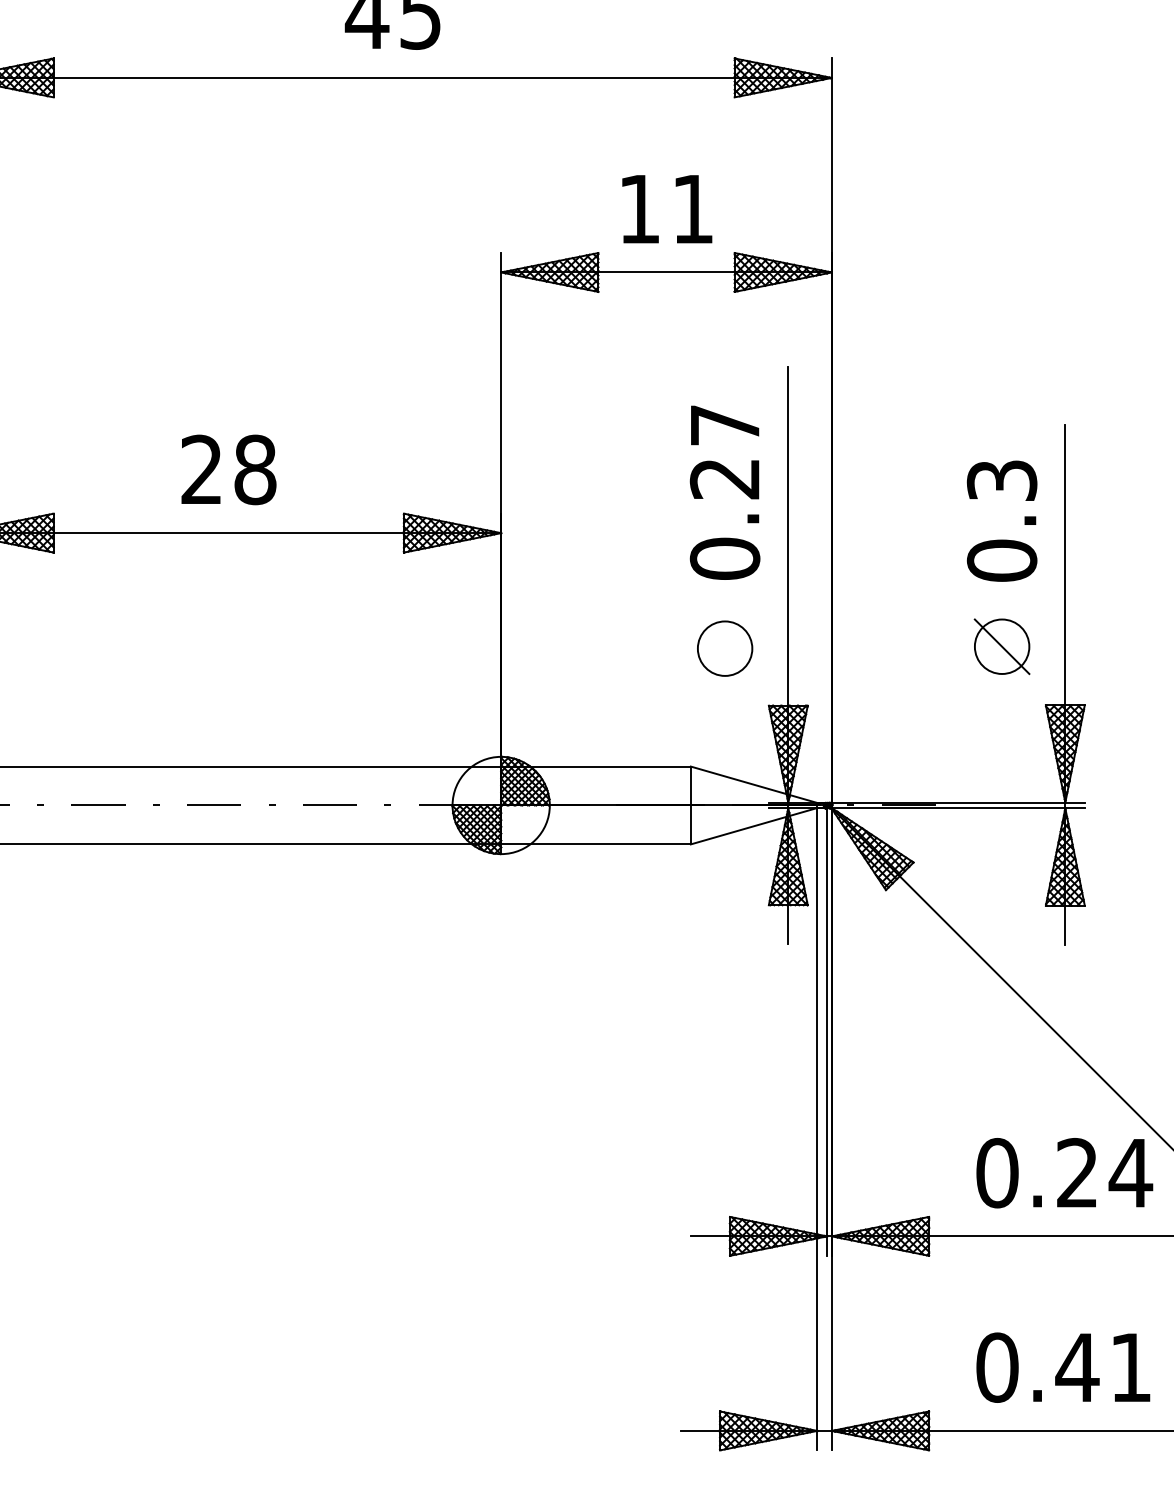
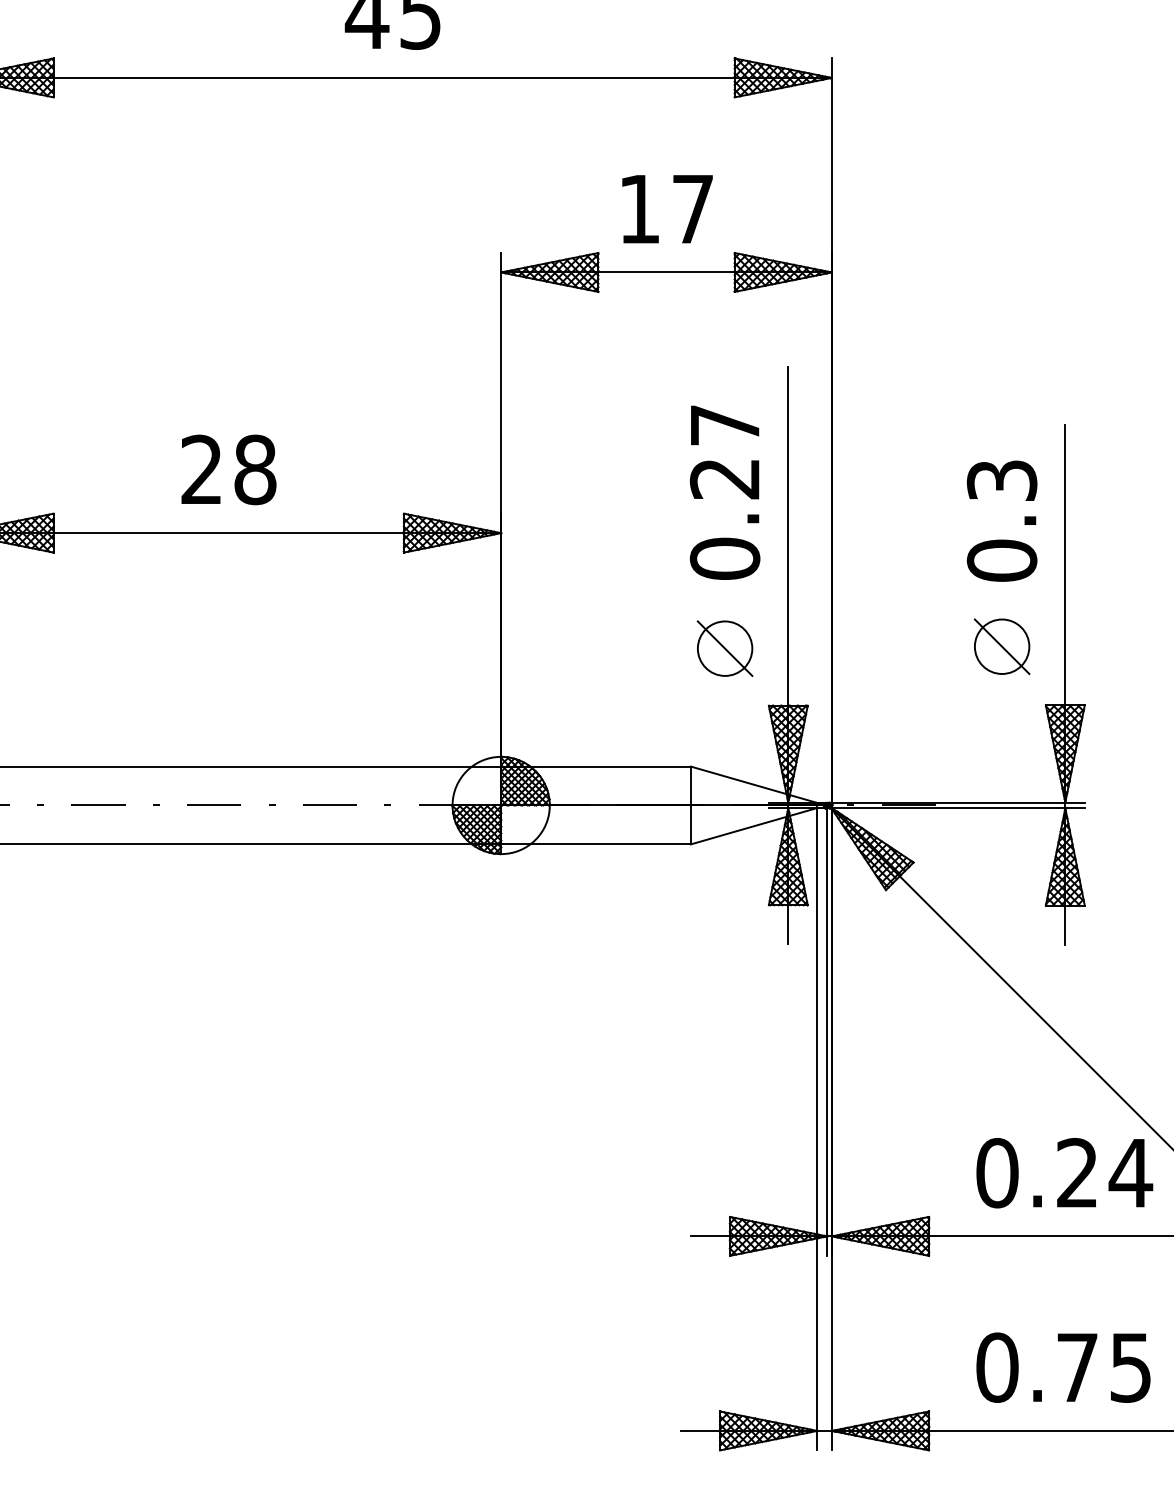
text at (692, 209): 11 -> 17
line at (724, 648): none -> present
text at (1102, 1367): 0.41 -> 0.75
